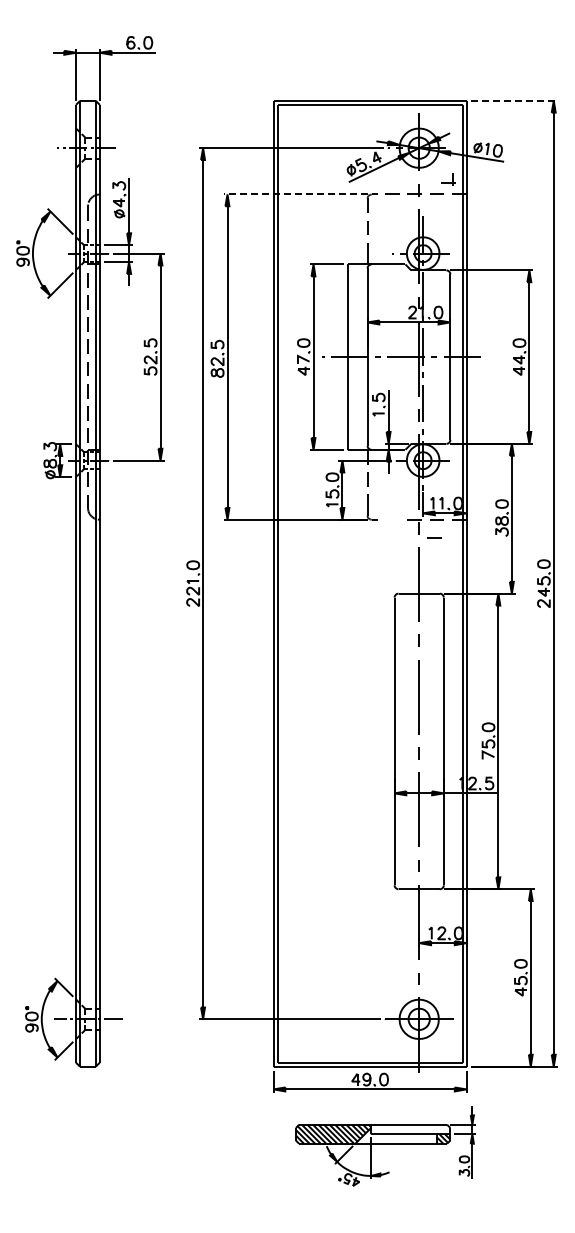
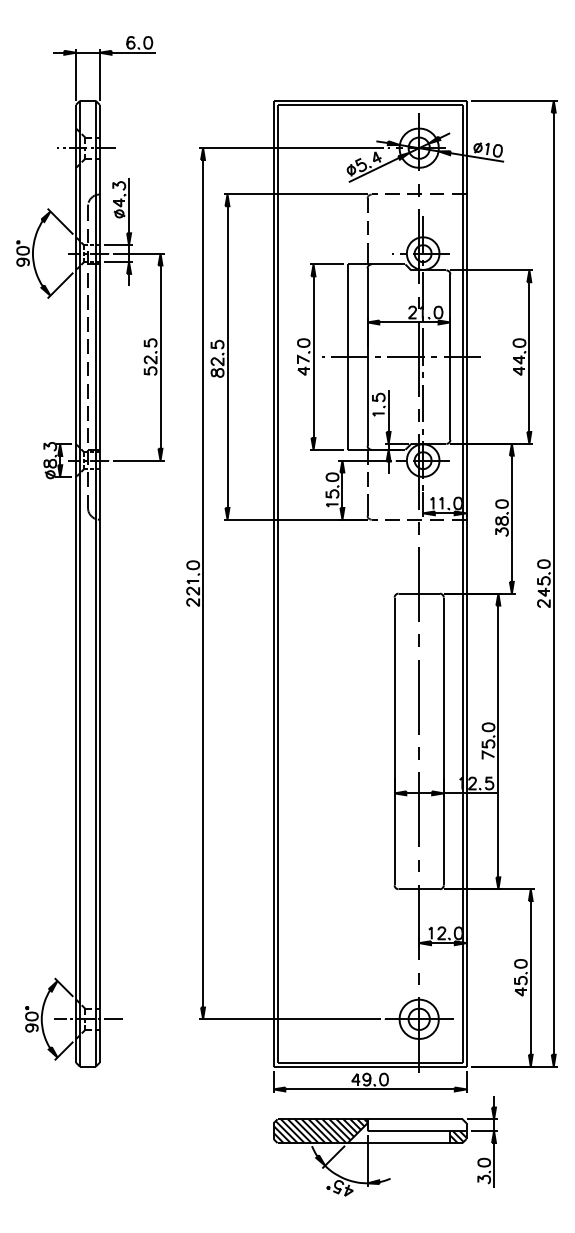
line at (514, 100): dashed -> solid
part at (448, 179): present -> none
line at (295, 194): dashed -> solid
line at (434, 537) position: (434, 537) -> (392, 519)
part at (385, 1146) size: 181x81 px -> 225x101 px
